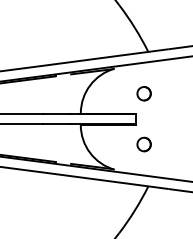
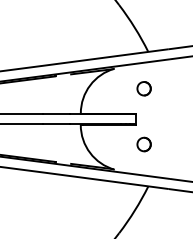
part at (143, 93) position: (143, 93) -> (143, 88)
